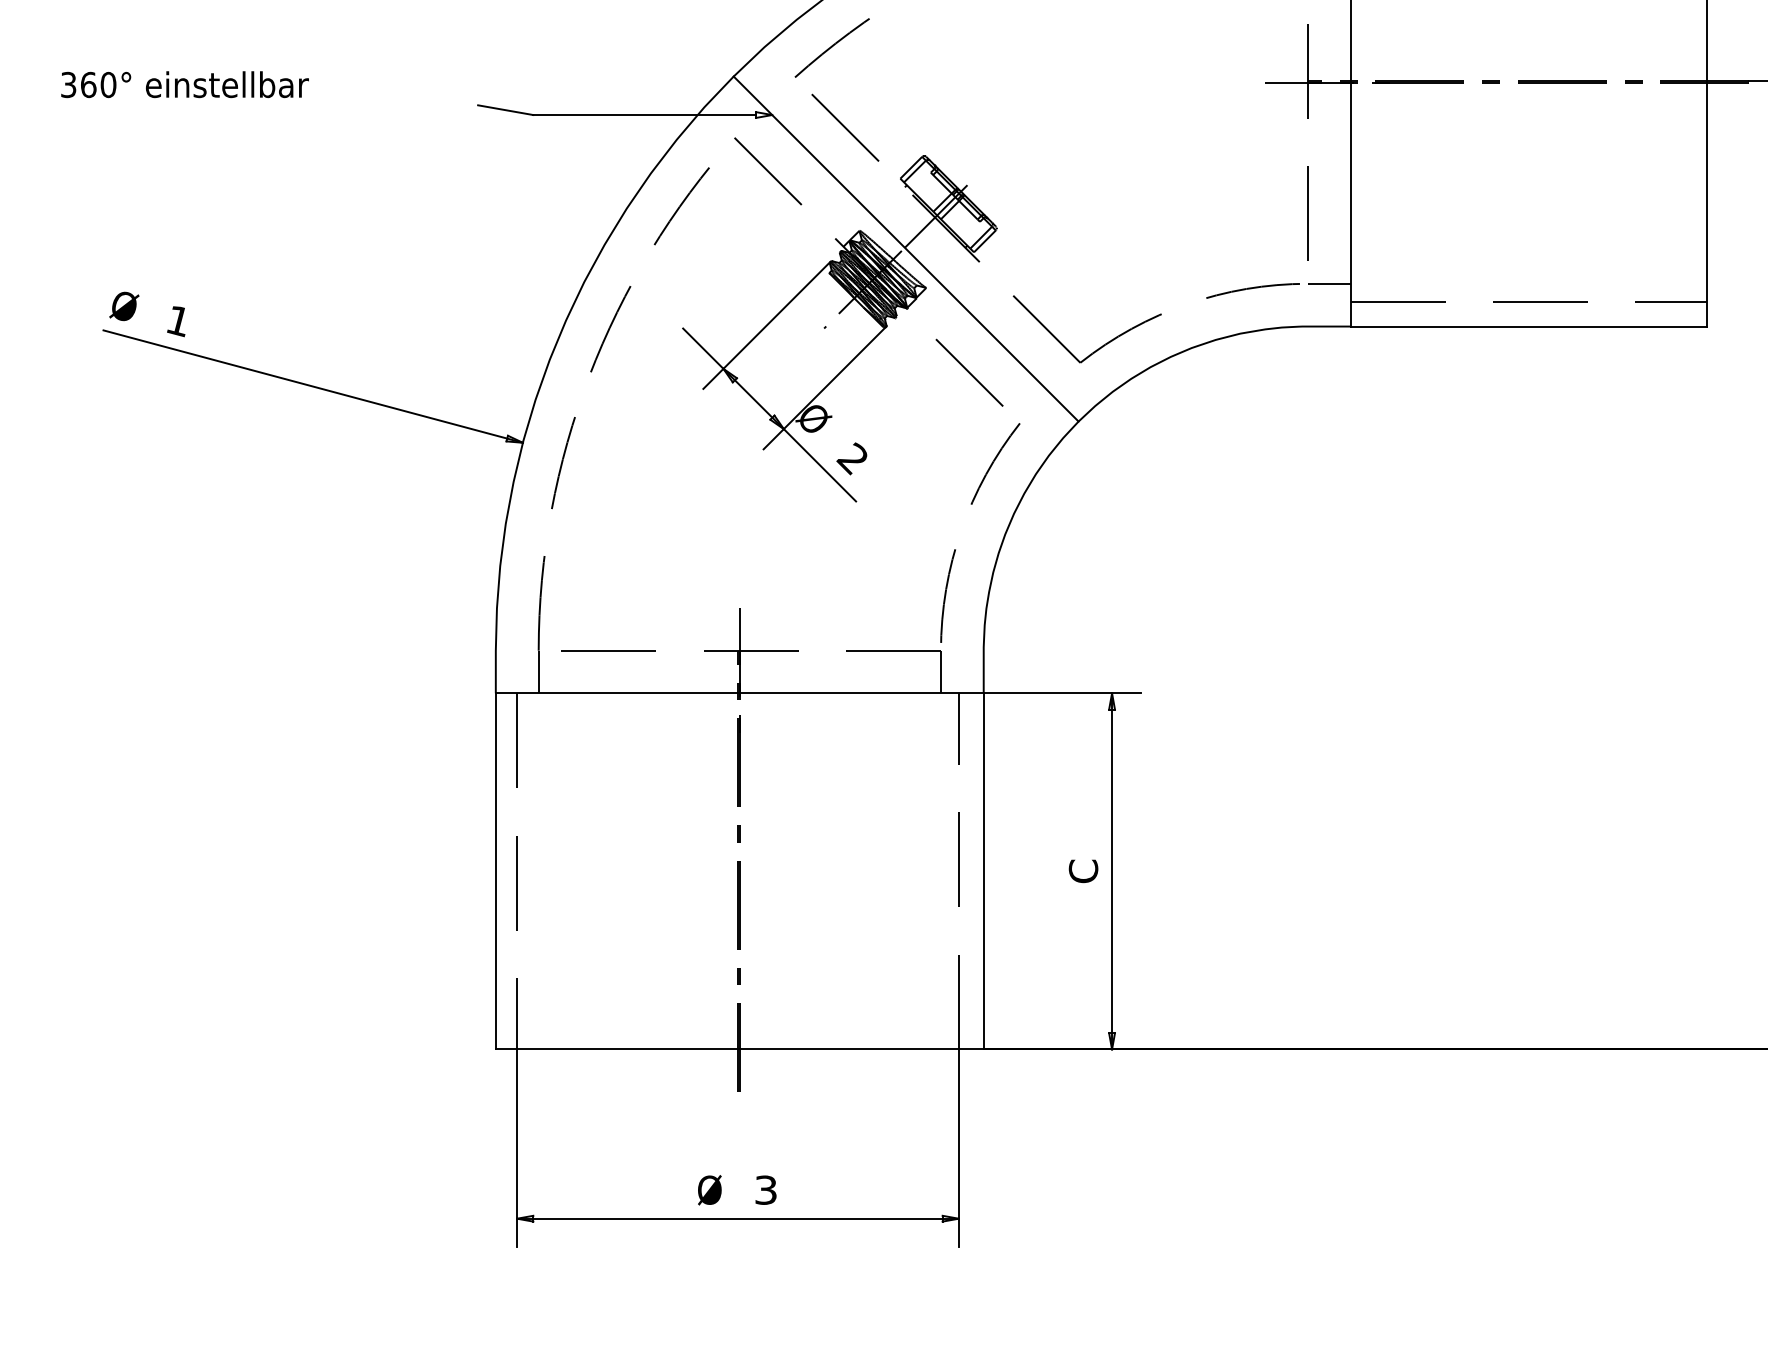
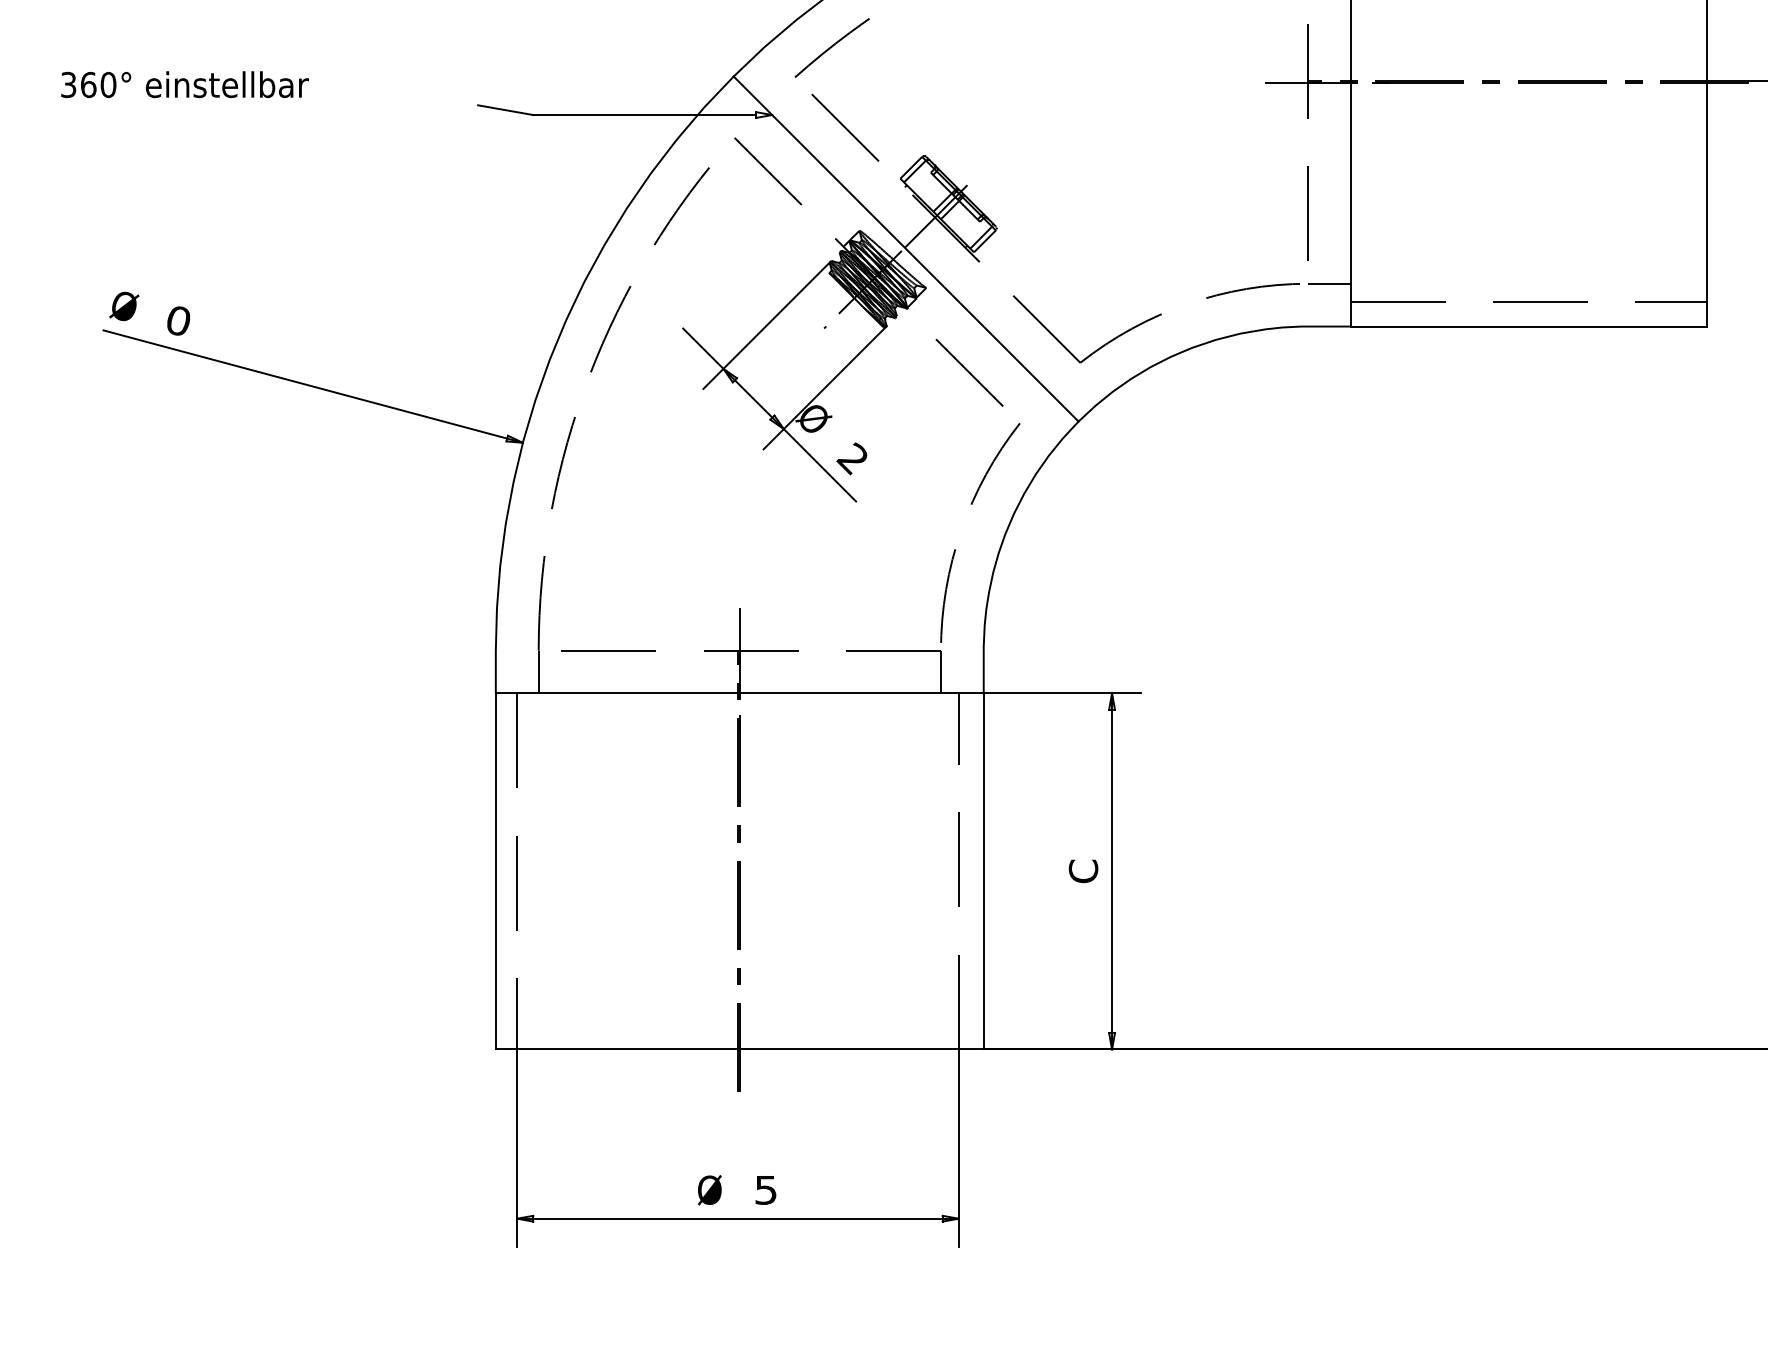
text at (178, 321): 1 -> 0
text at (766, 1189): 3 -> 5
